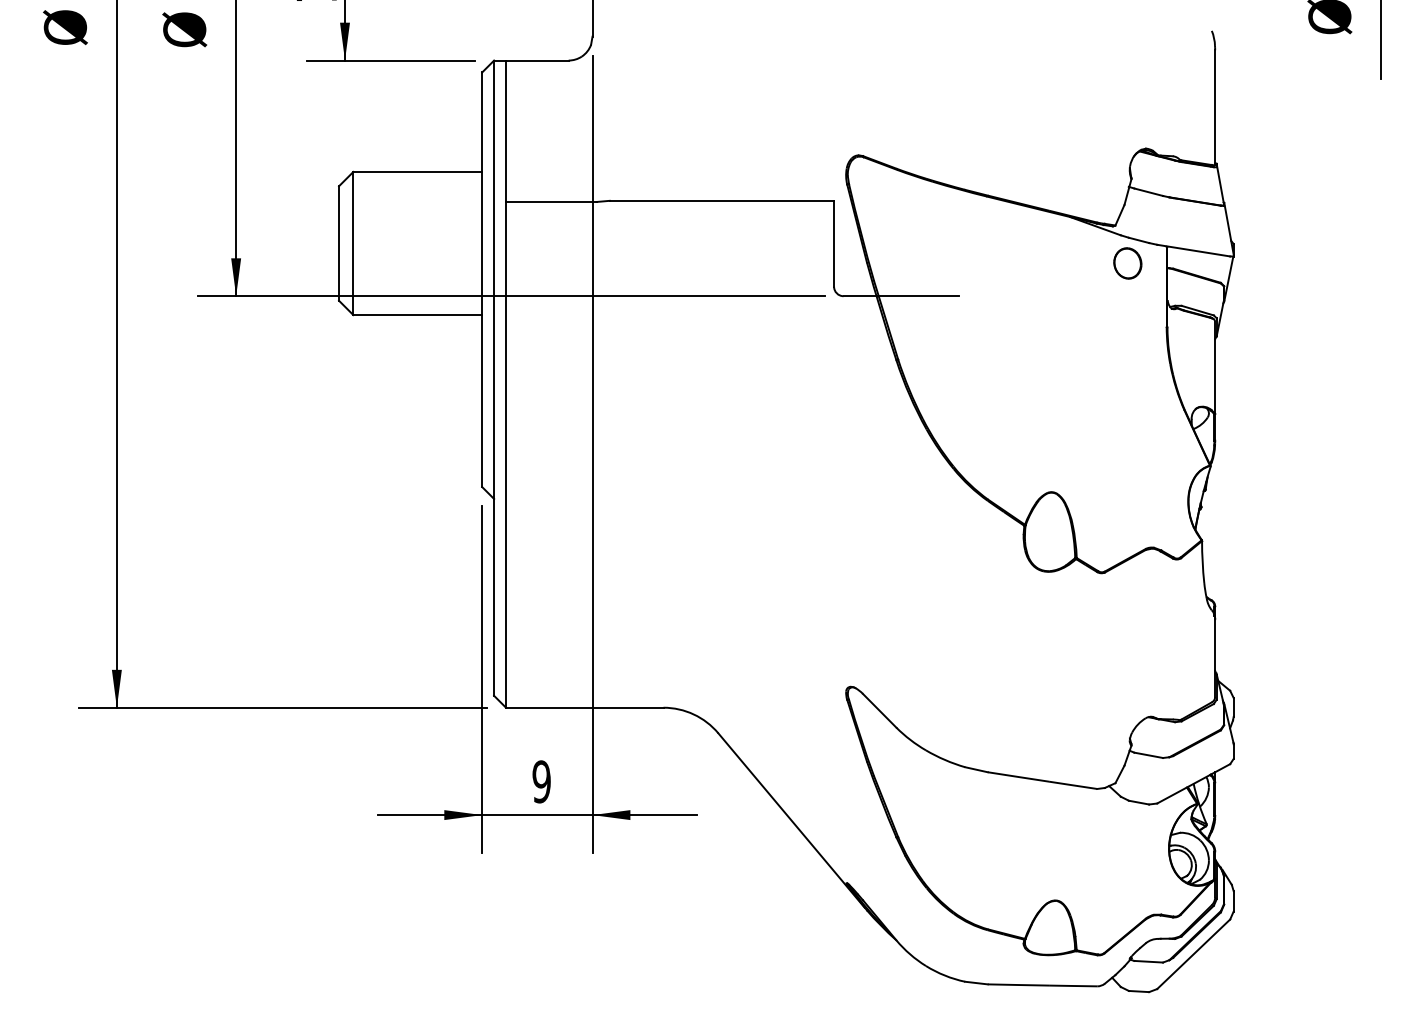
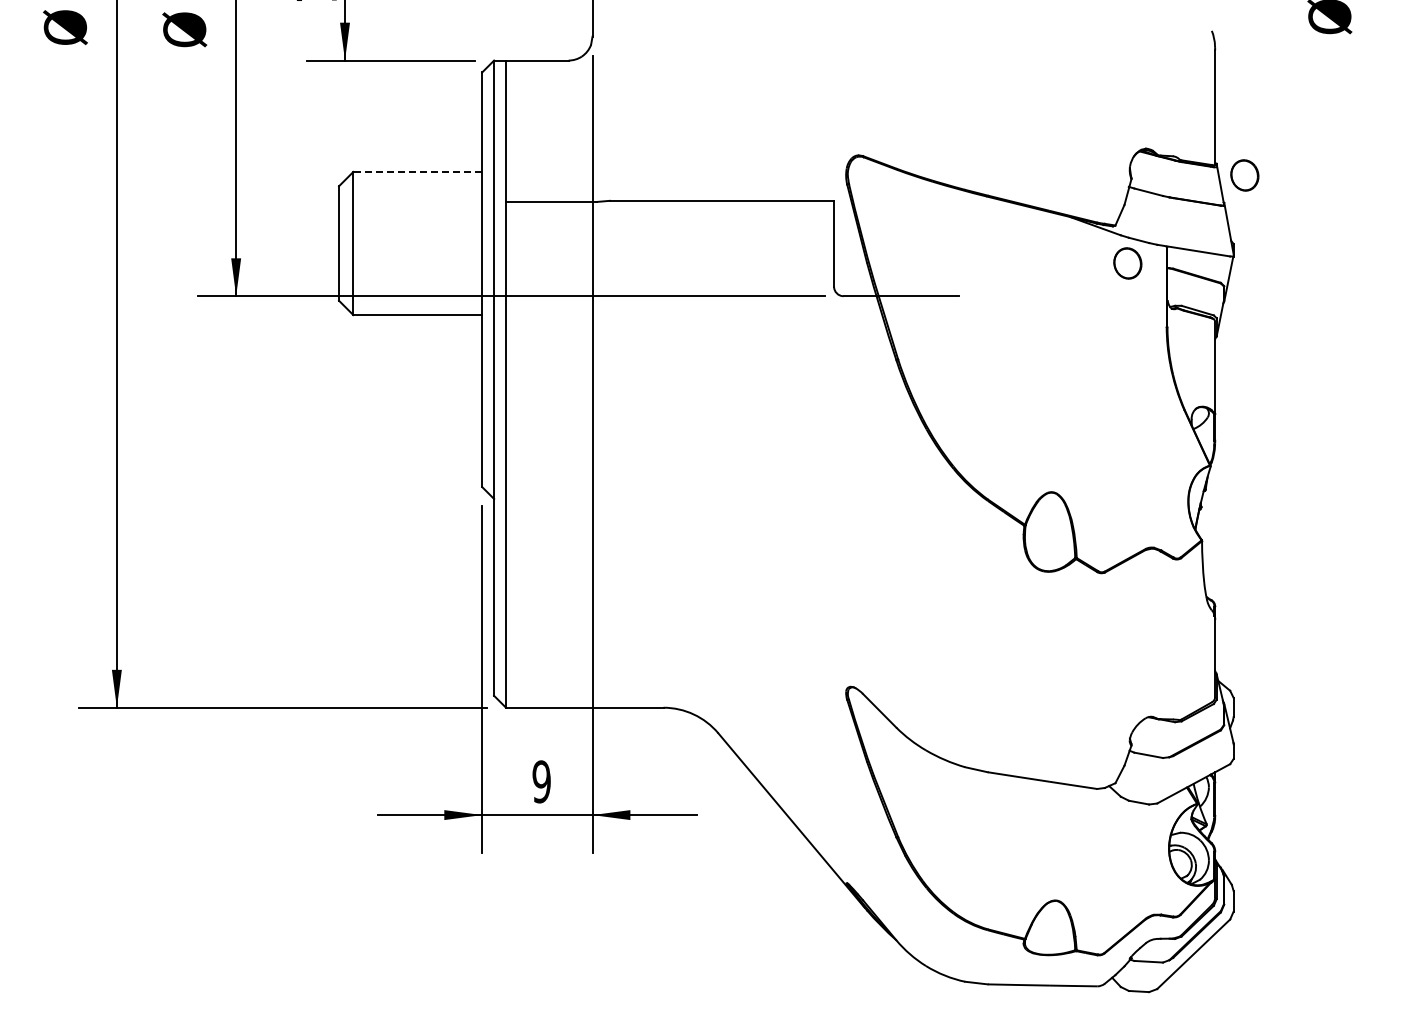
line at (1381, 40): present -> none
line at (417, 171): solid -> dashed
part at (1244, 175): none -> present
